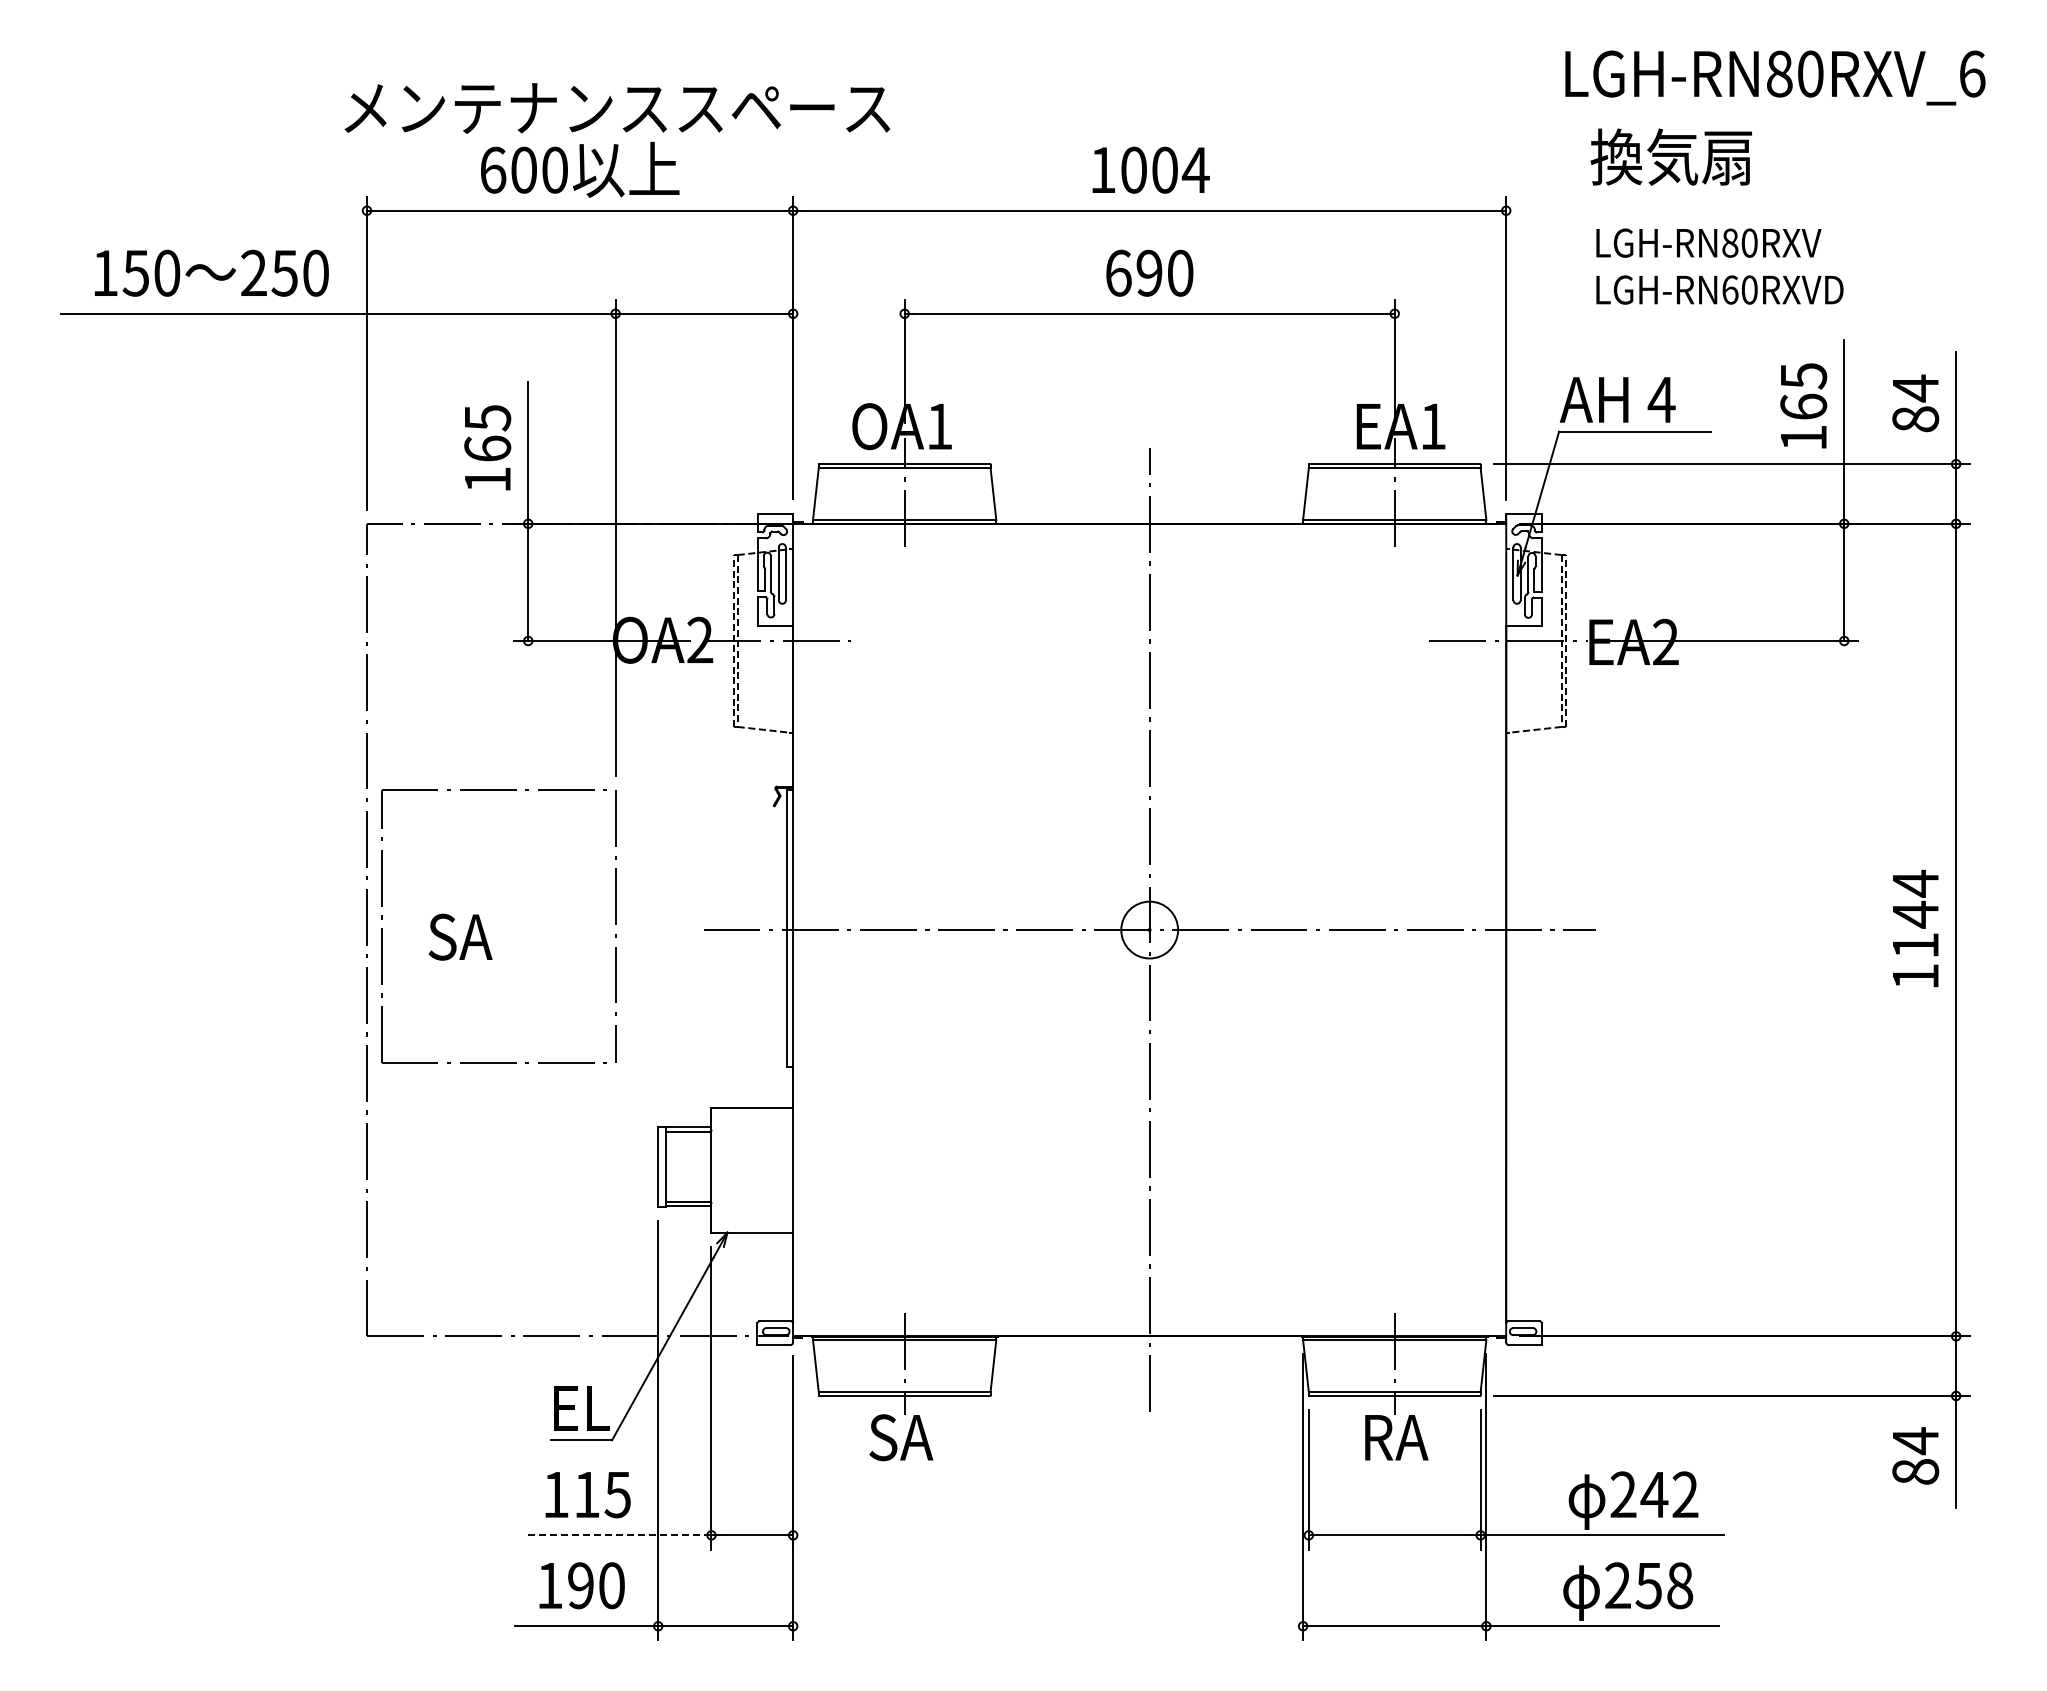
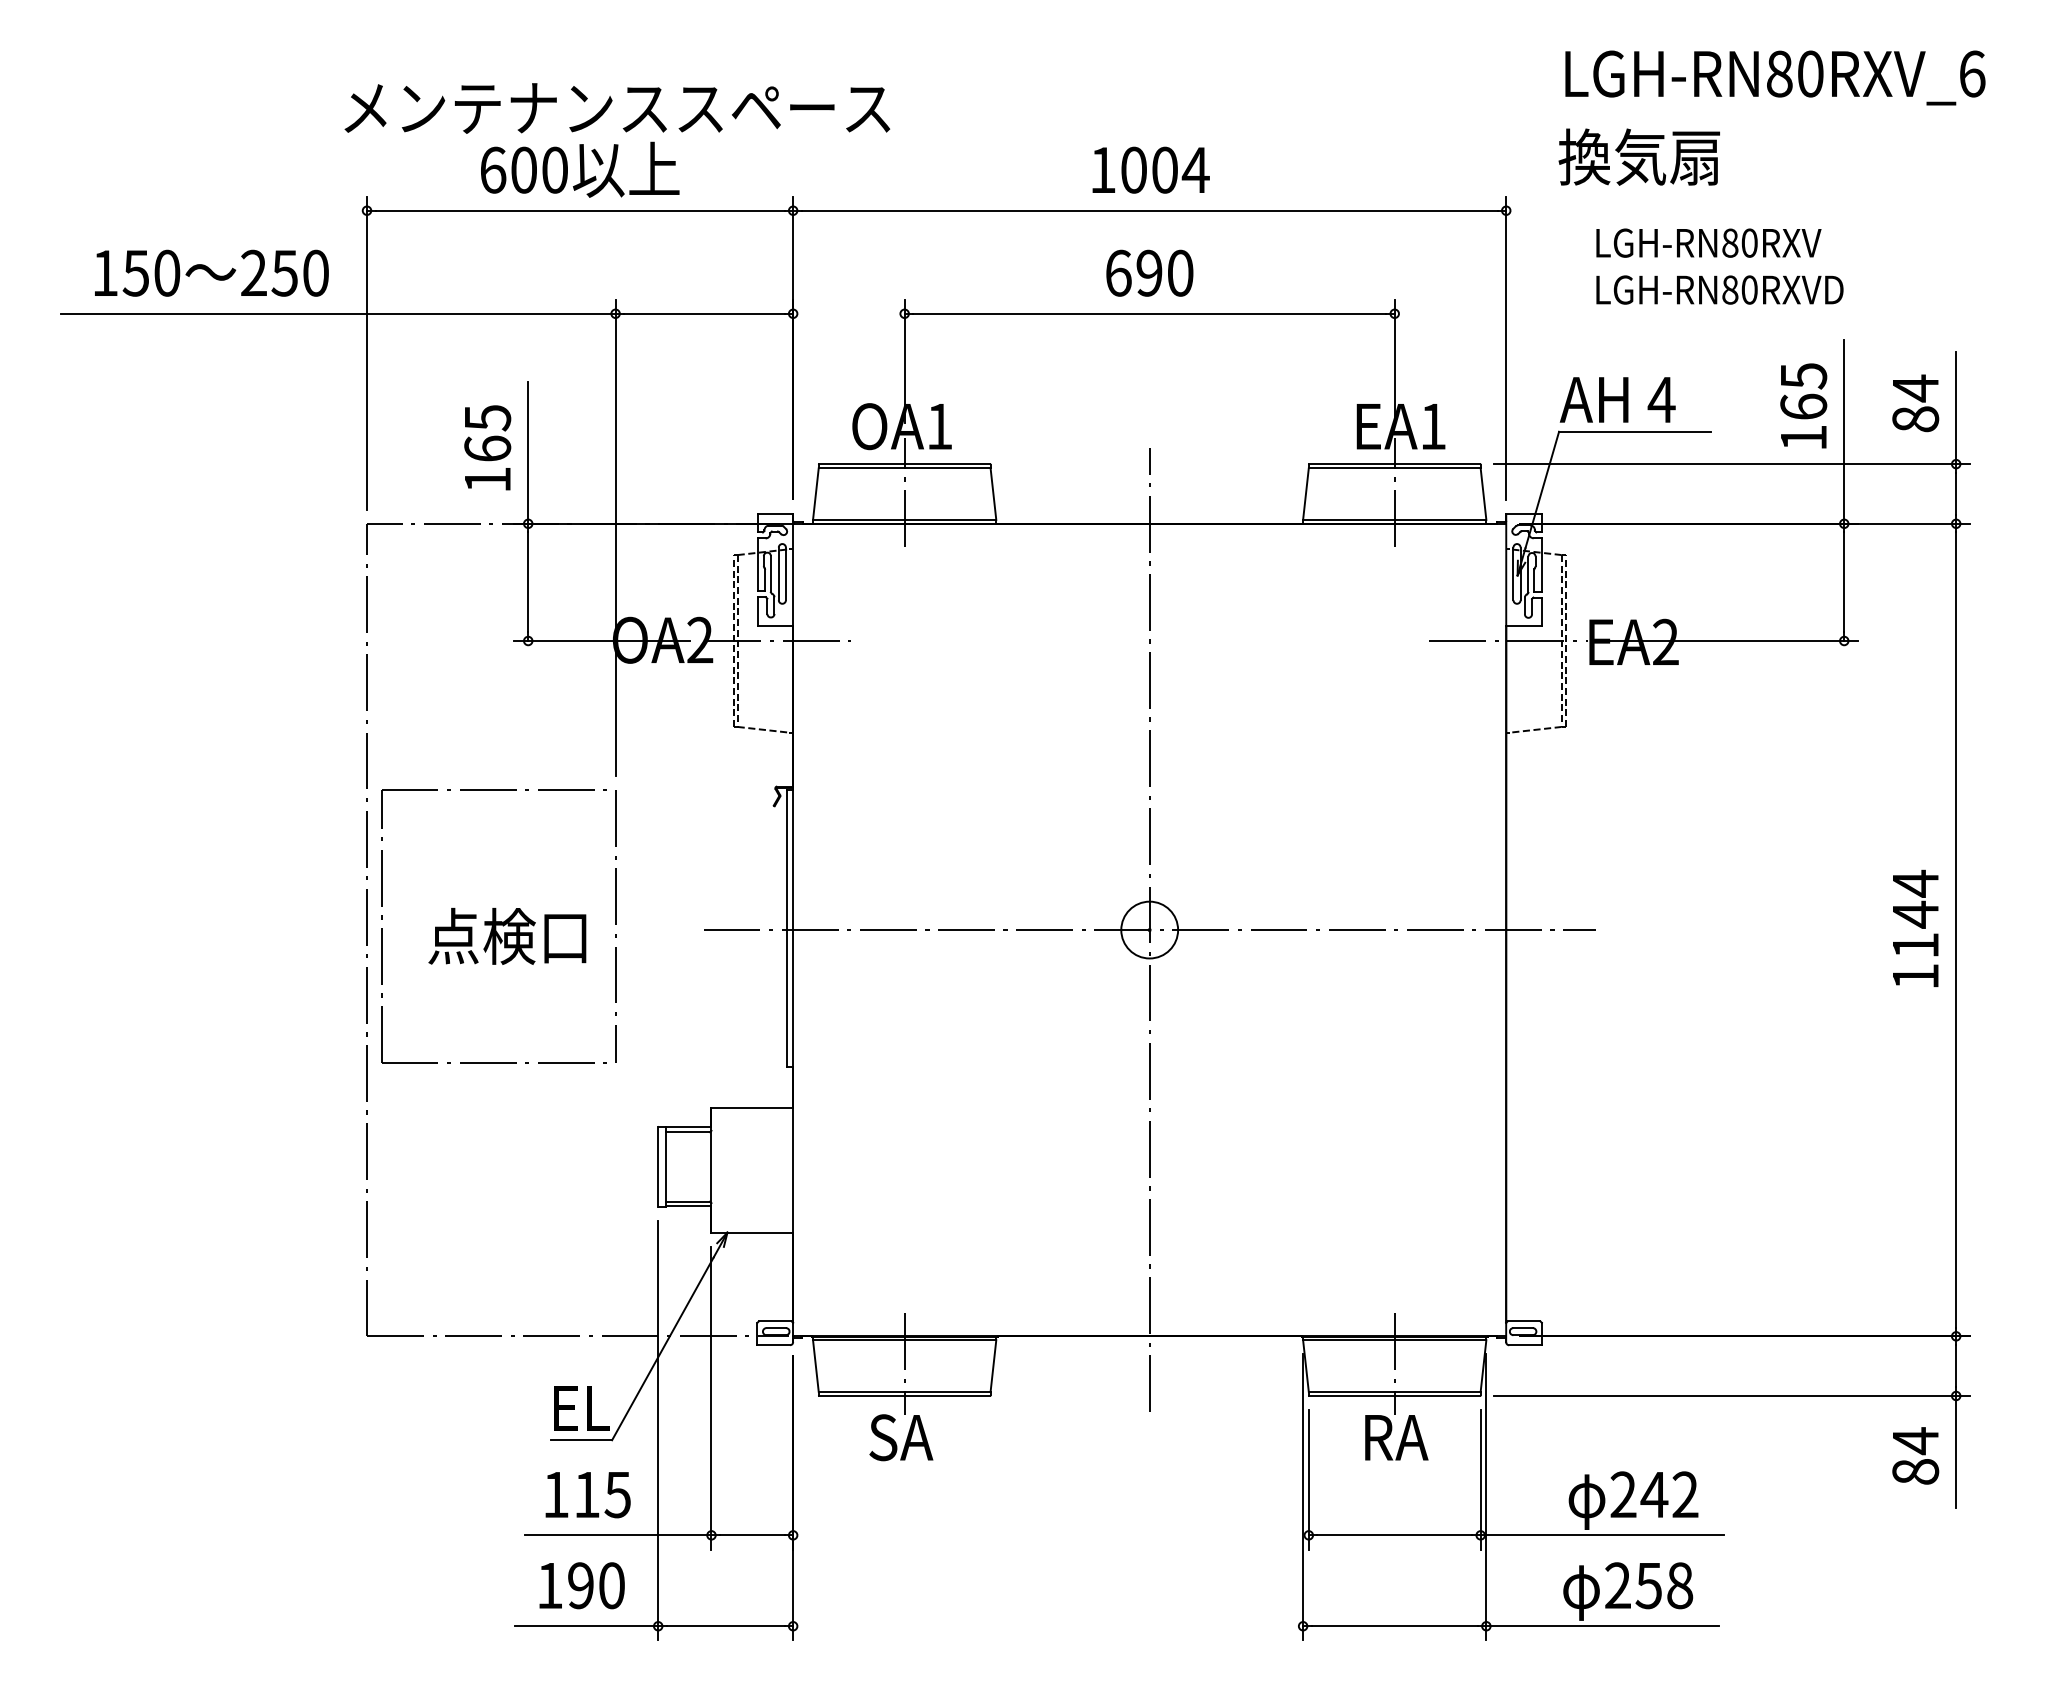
text at (1670, 156) position: (1670, 156) -> (1638, 156)
text at (1730, 289): LGH-RN60RXVD -> LGH-RN80RXVD
text at (507, 935): SA -> 点検口
line at (617, 1535): dashed -> solid
